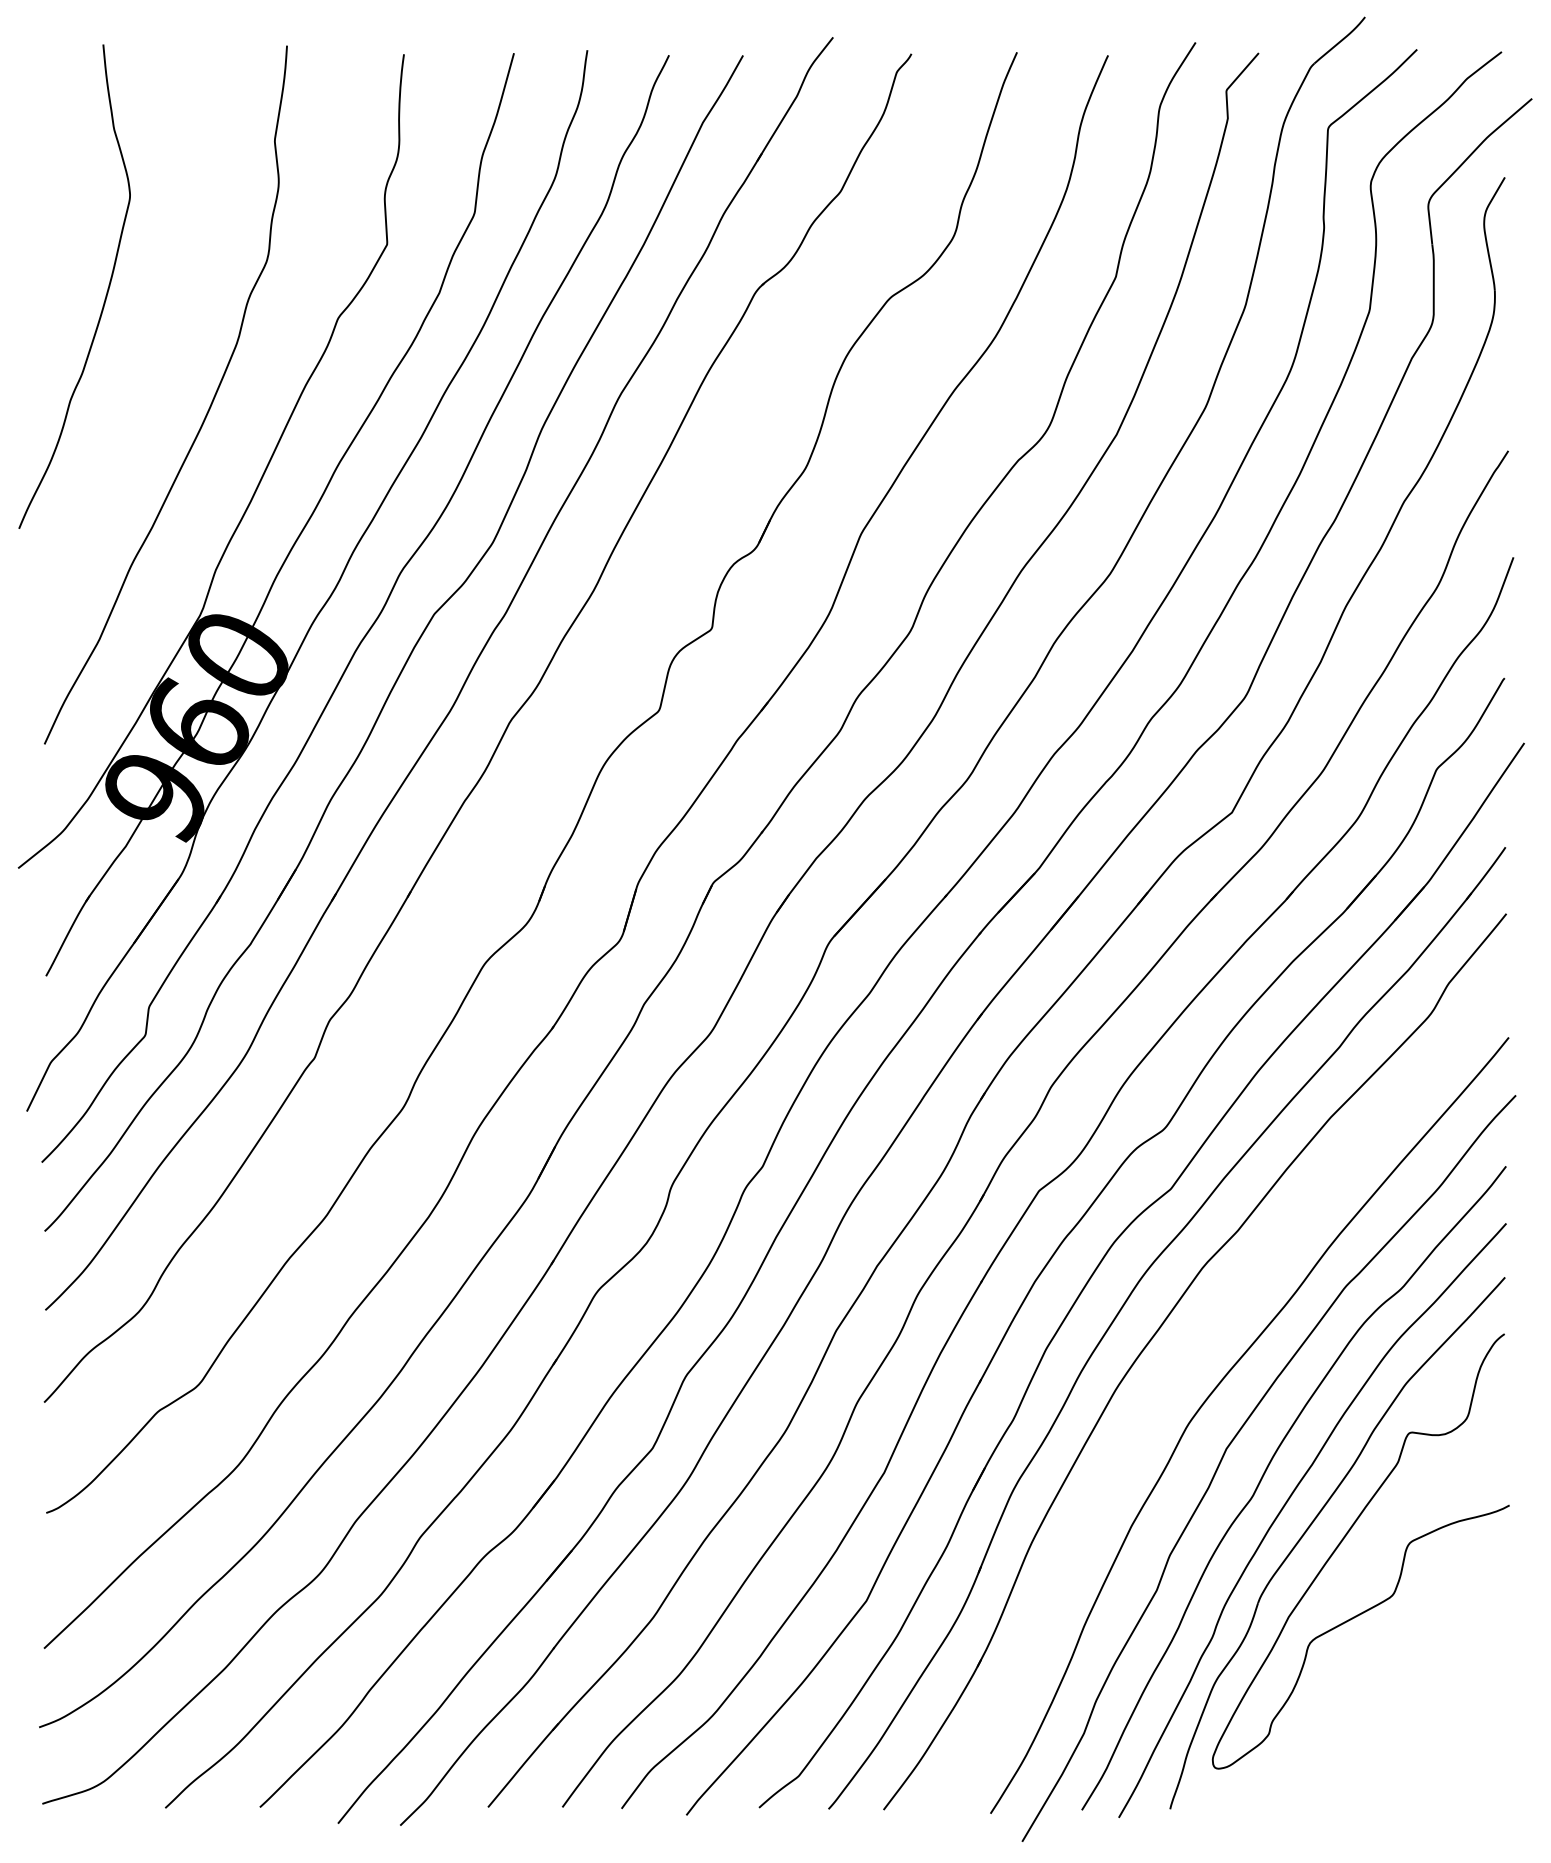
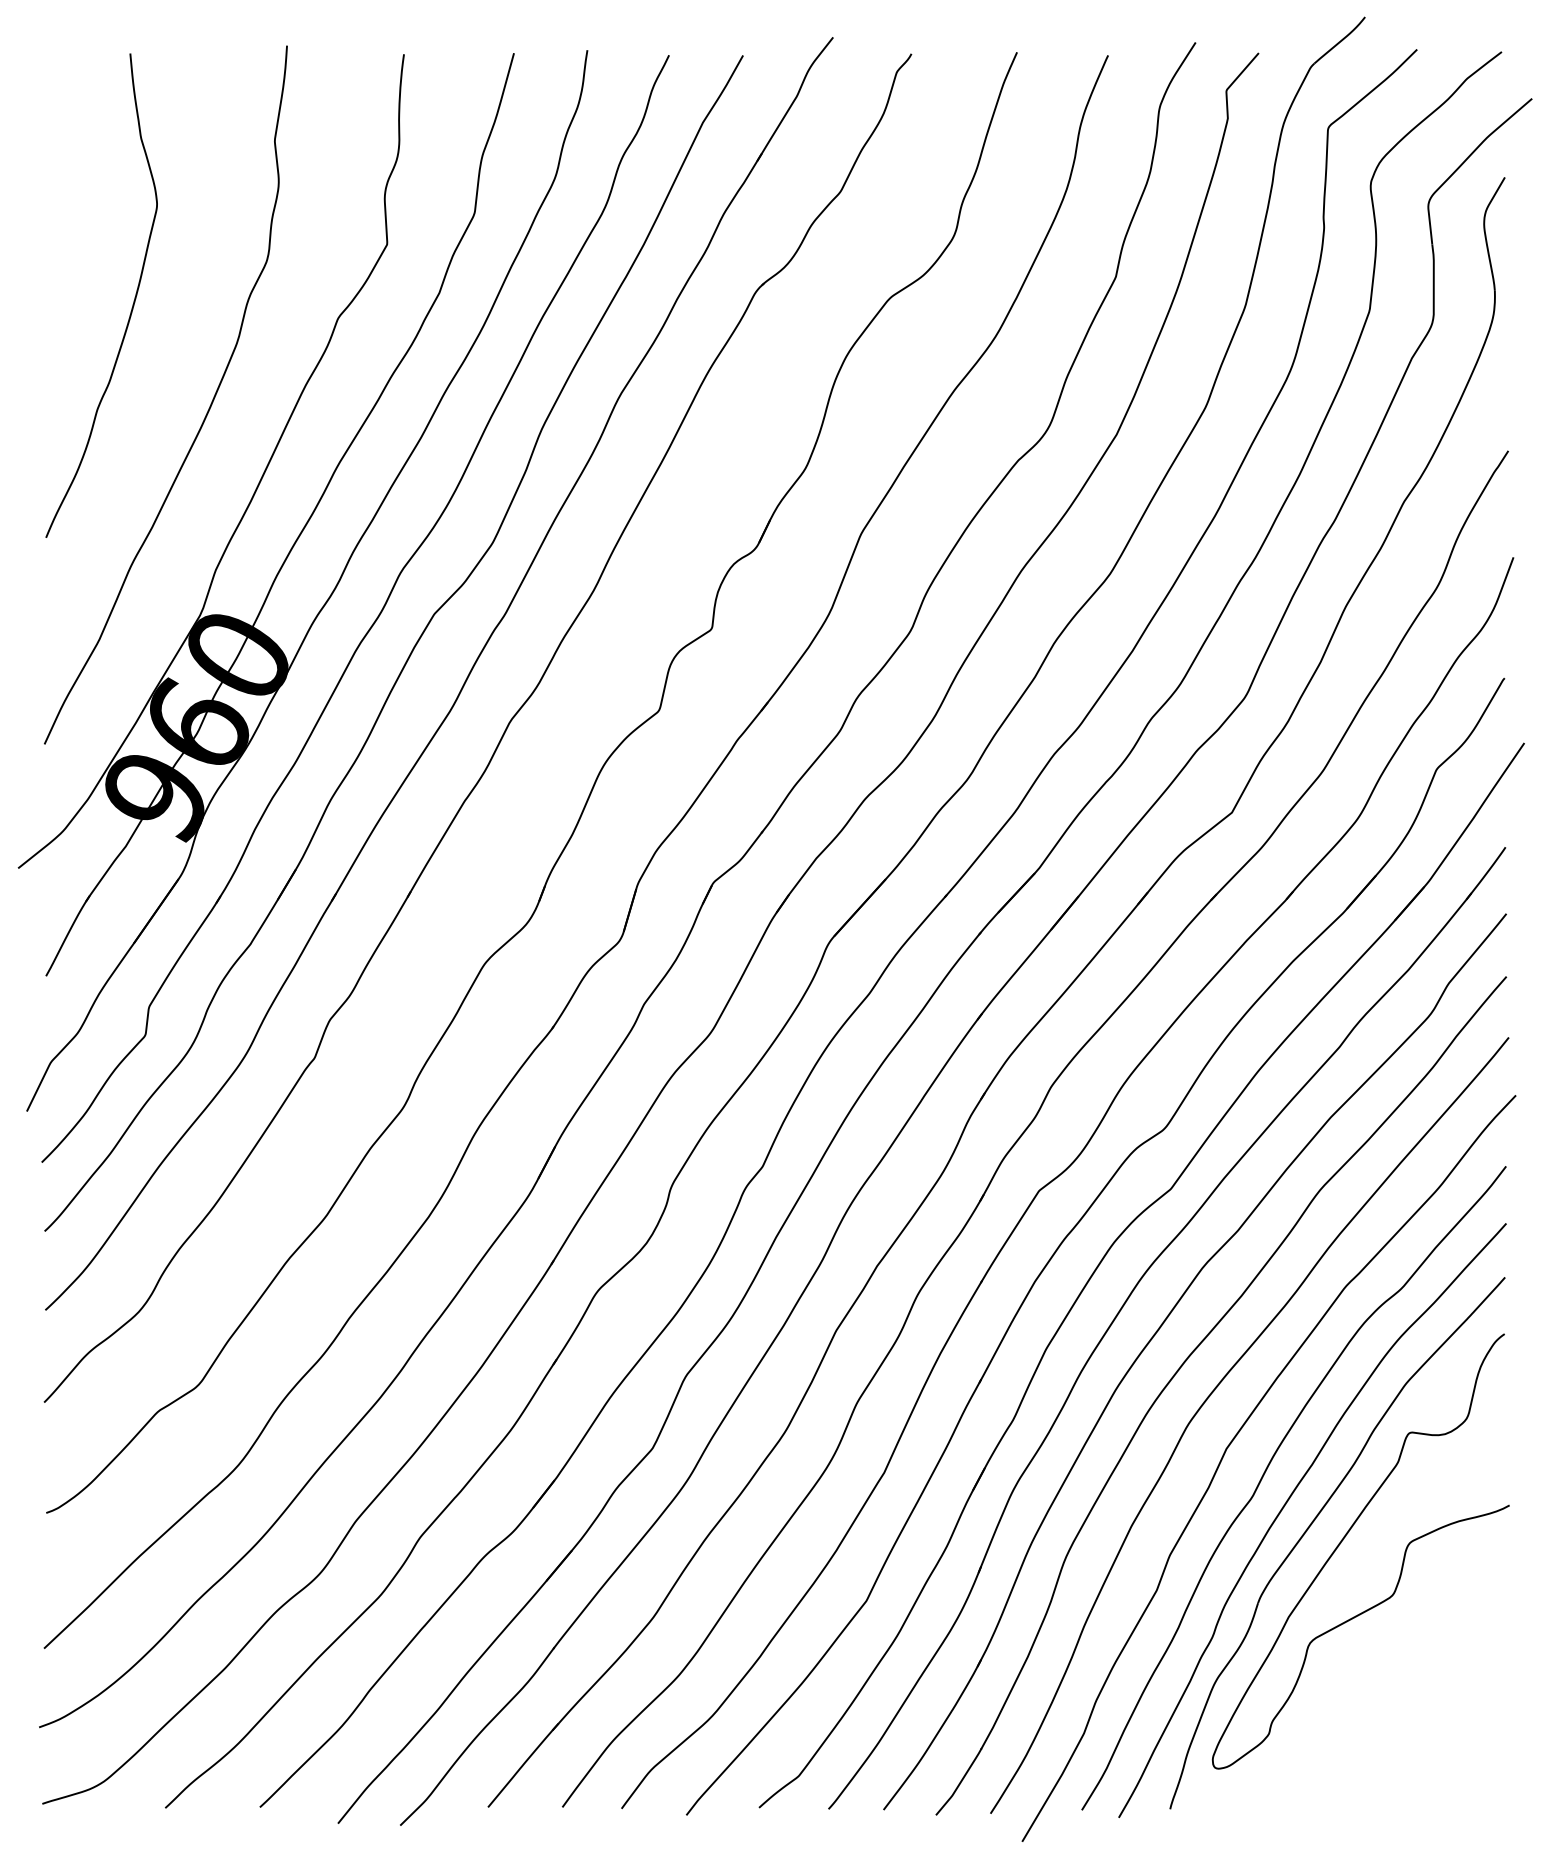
curve at (105, 295) position: (105, 295) -> (132, 304)
part at (1183, 1365): none -> present
